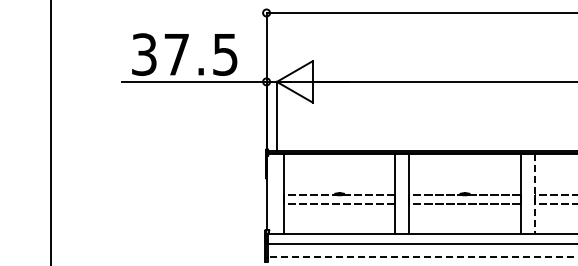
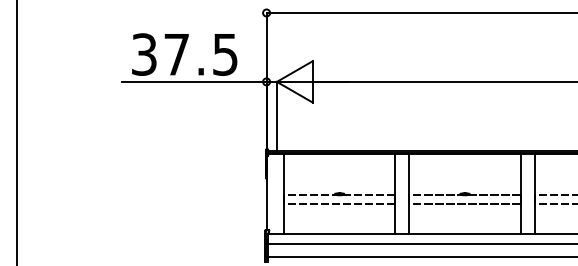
line at (51, 132) position: (51, 132) -> (17, 132)
line at (534, 194): dashed -> solid
line at (422, 257): dashed -> solid
